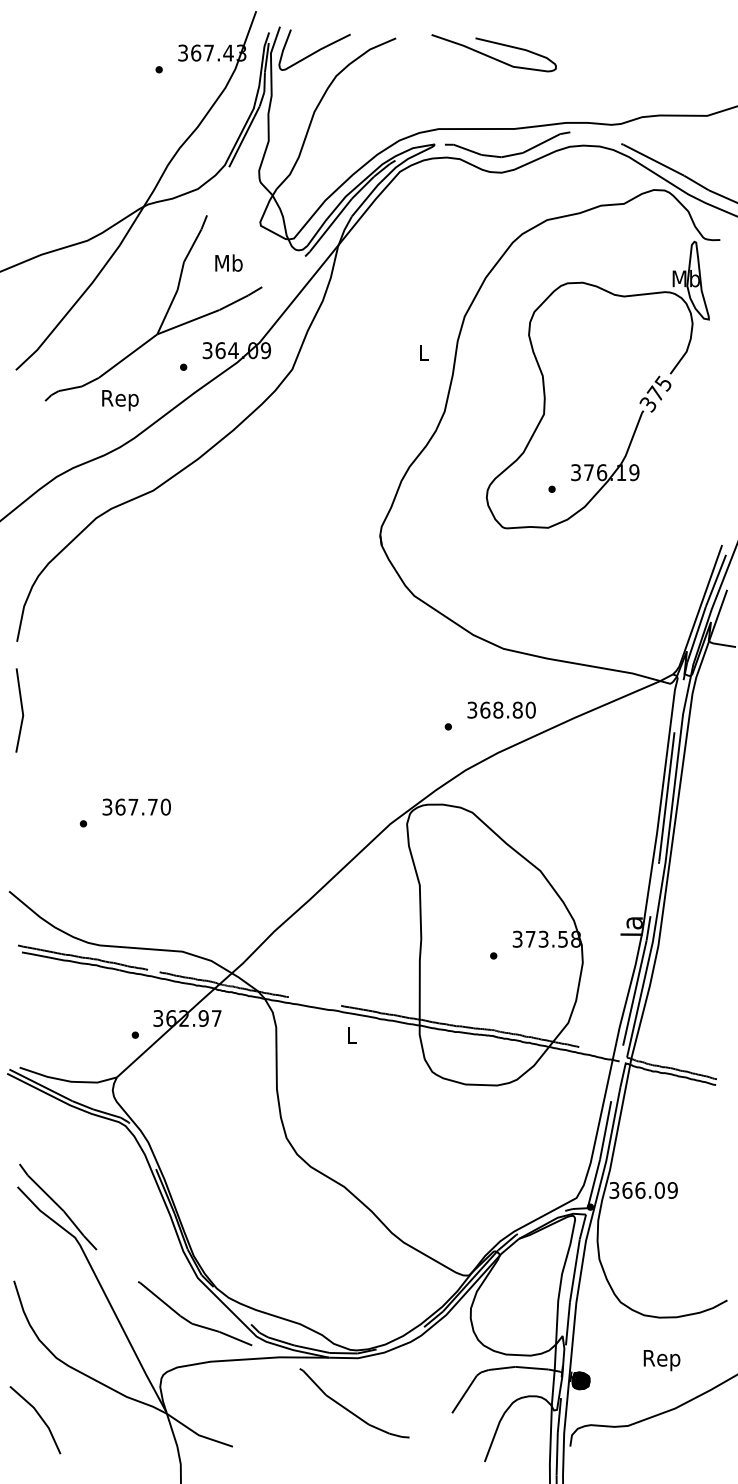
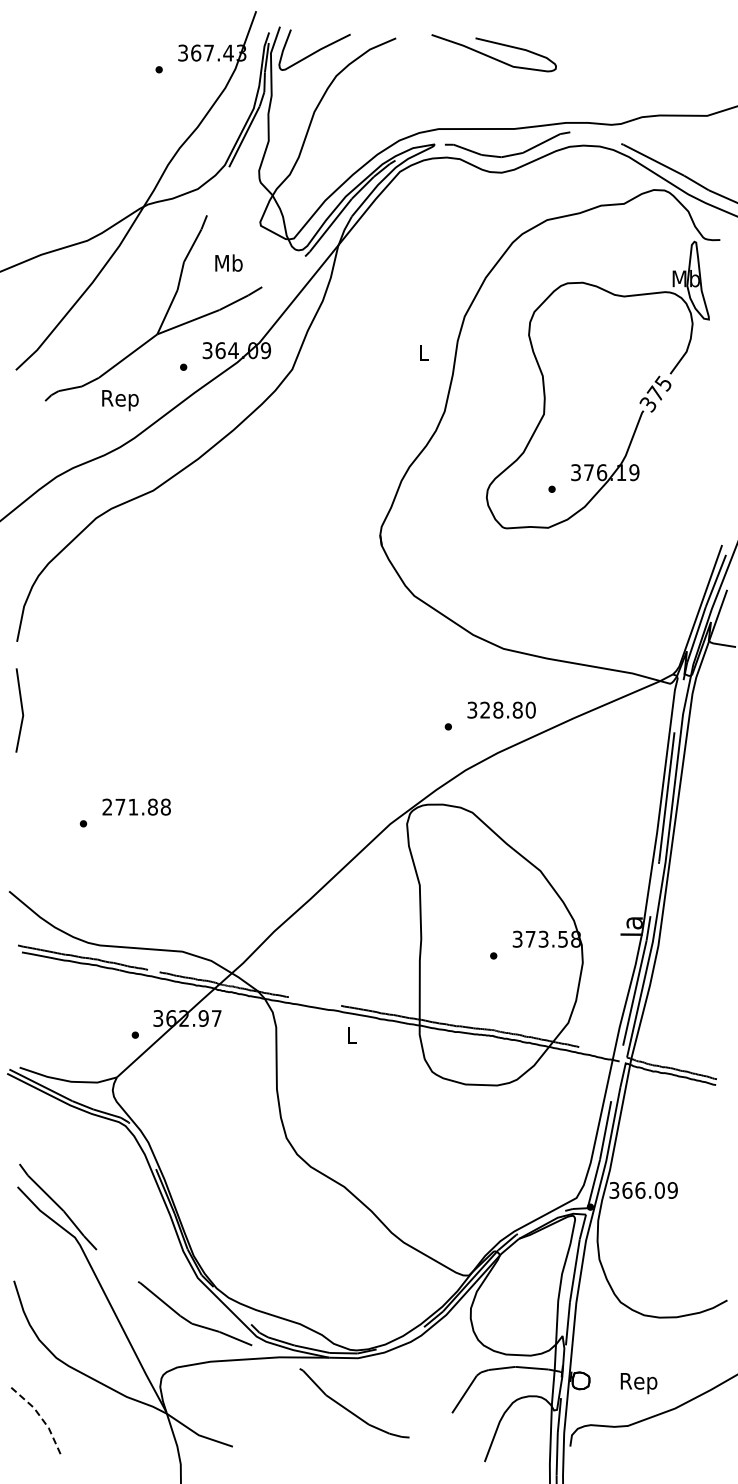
text at (485, 709): 368.80 -> 328.80
text at (136, 806): 367.70 -> 271.88
text at (661, 1360) position: (661, 1360) -> (638, 1383)
fill at (580, 1380): present -> none
line at (40, 1416): solid -> dashed
